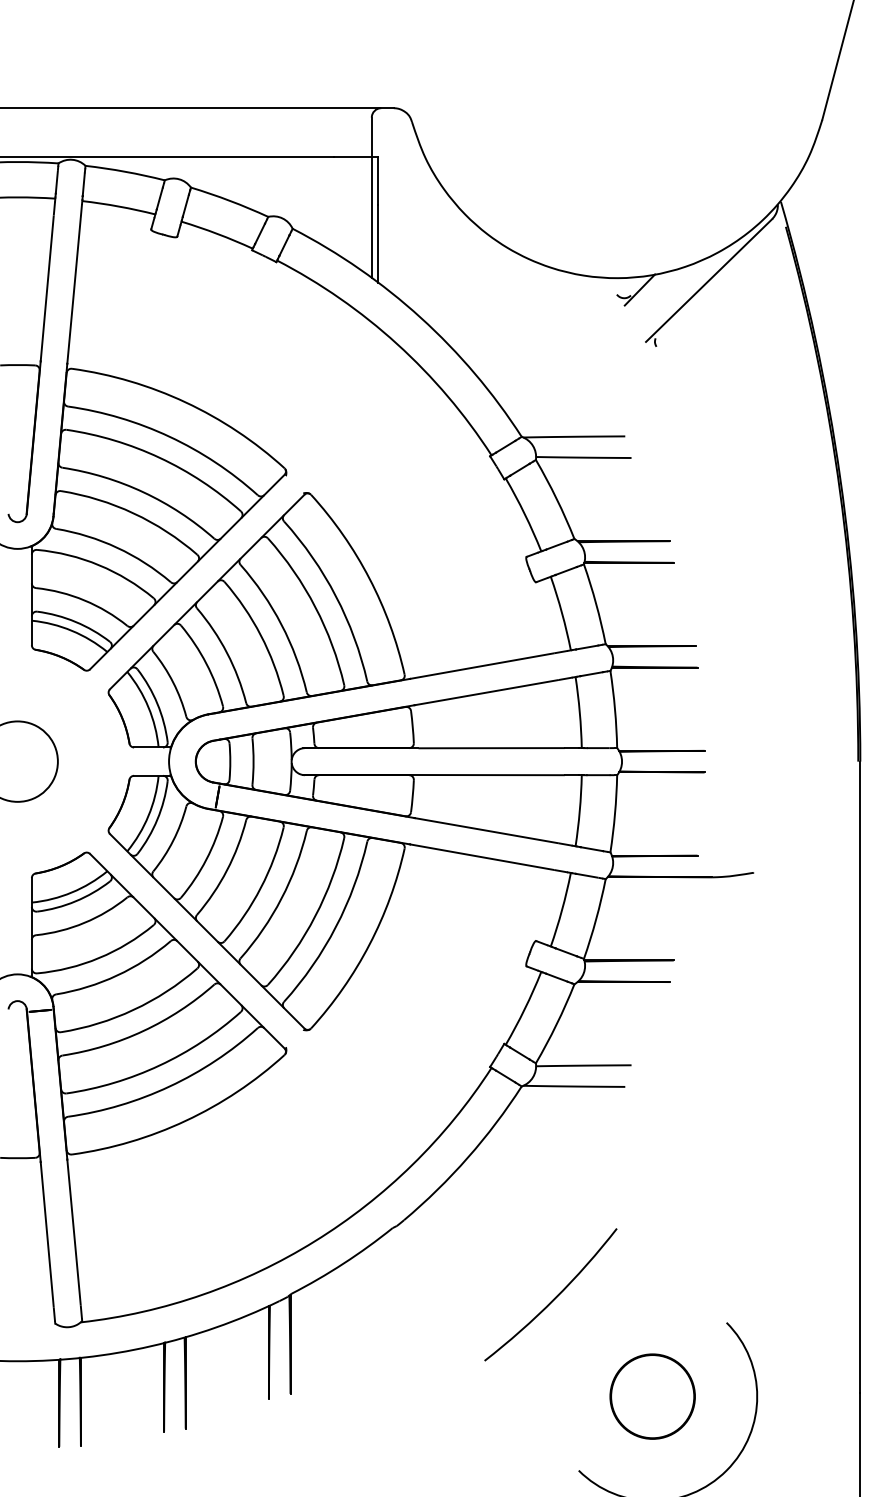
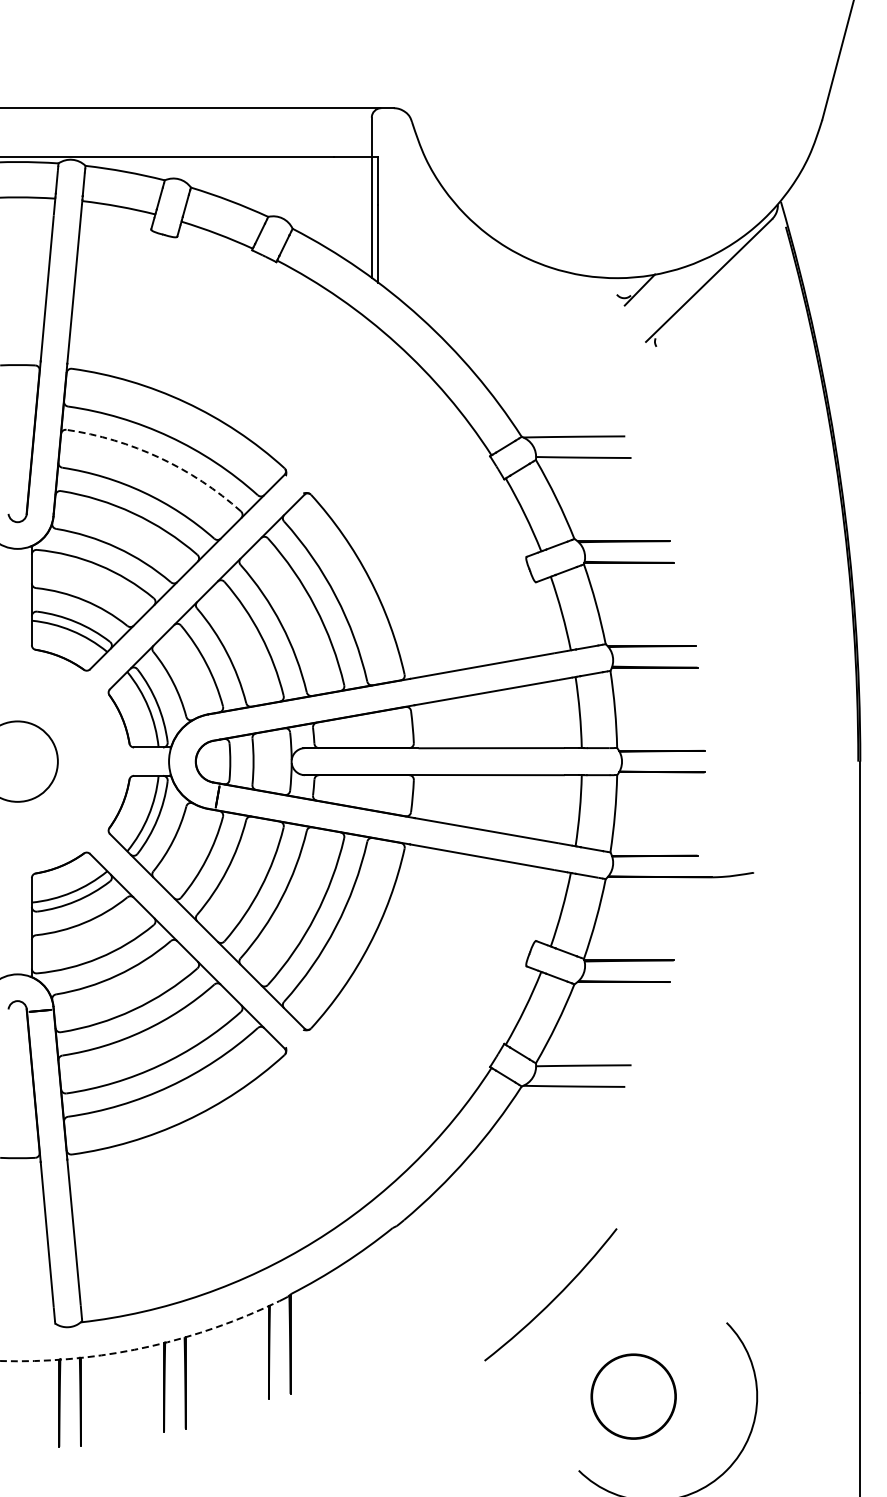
arc at (159, 457): solid -> dashed
arc at (144, 1347): solid -> dashed
circle at (652, 1396) position: (652, 1396) -> (633, 1396)
